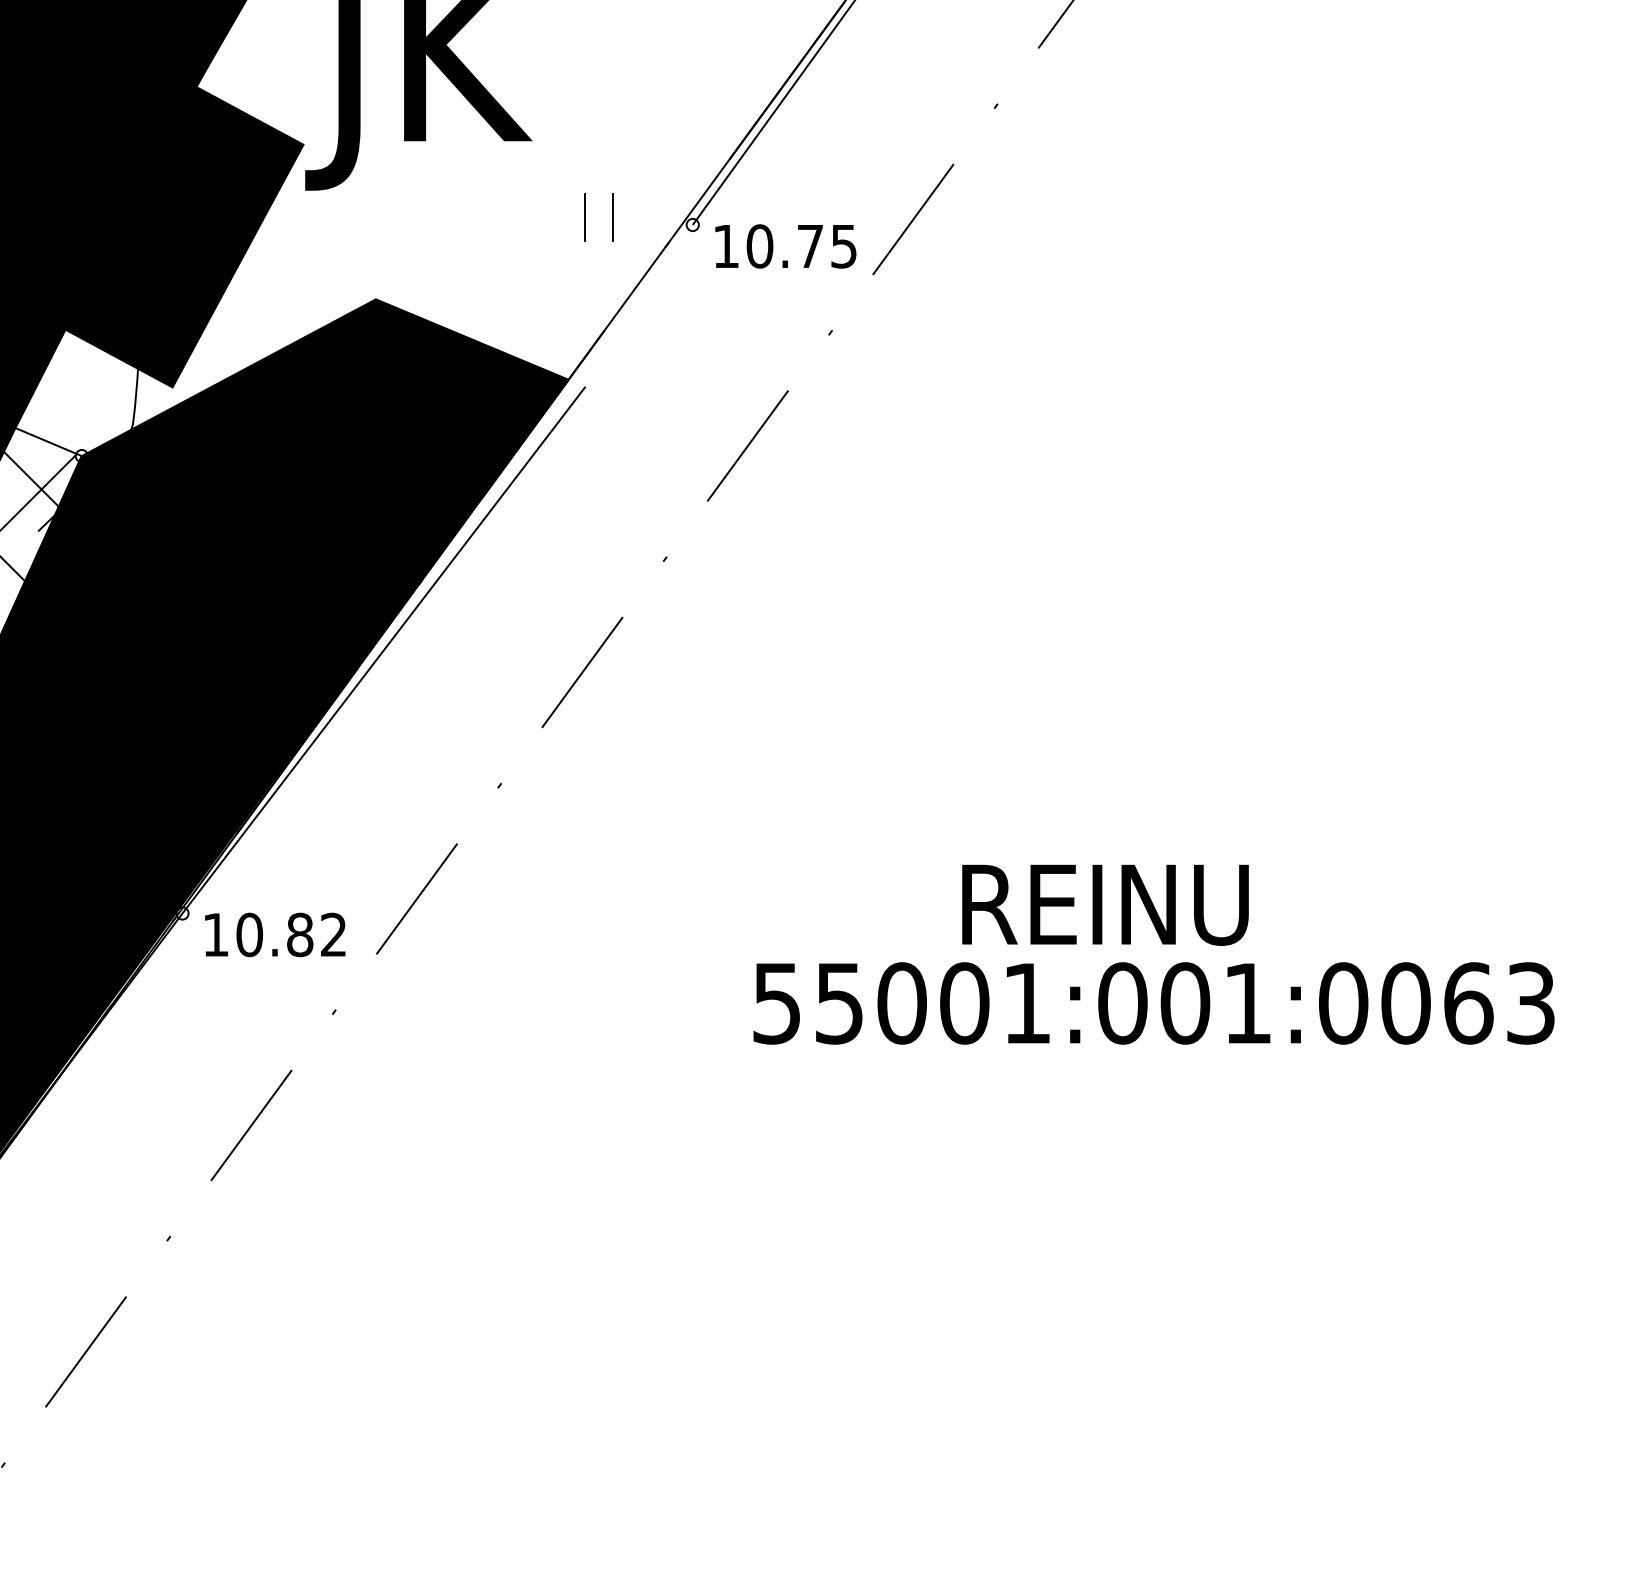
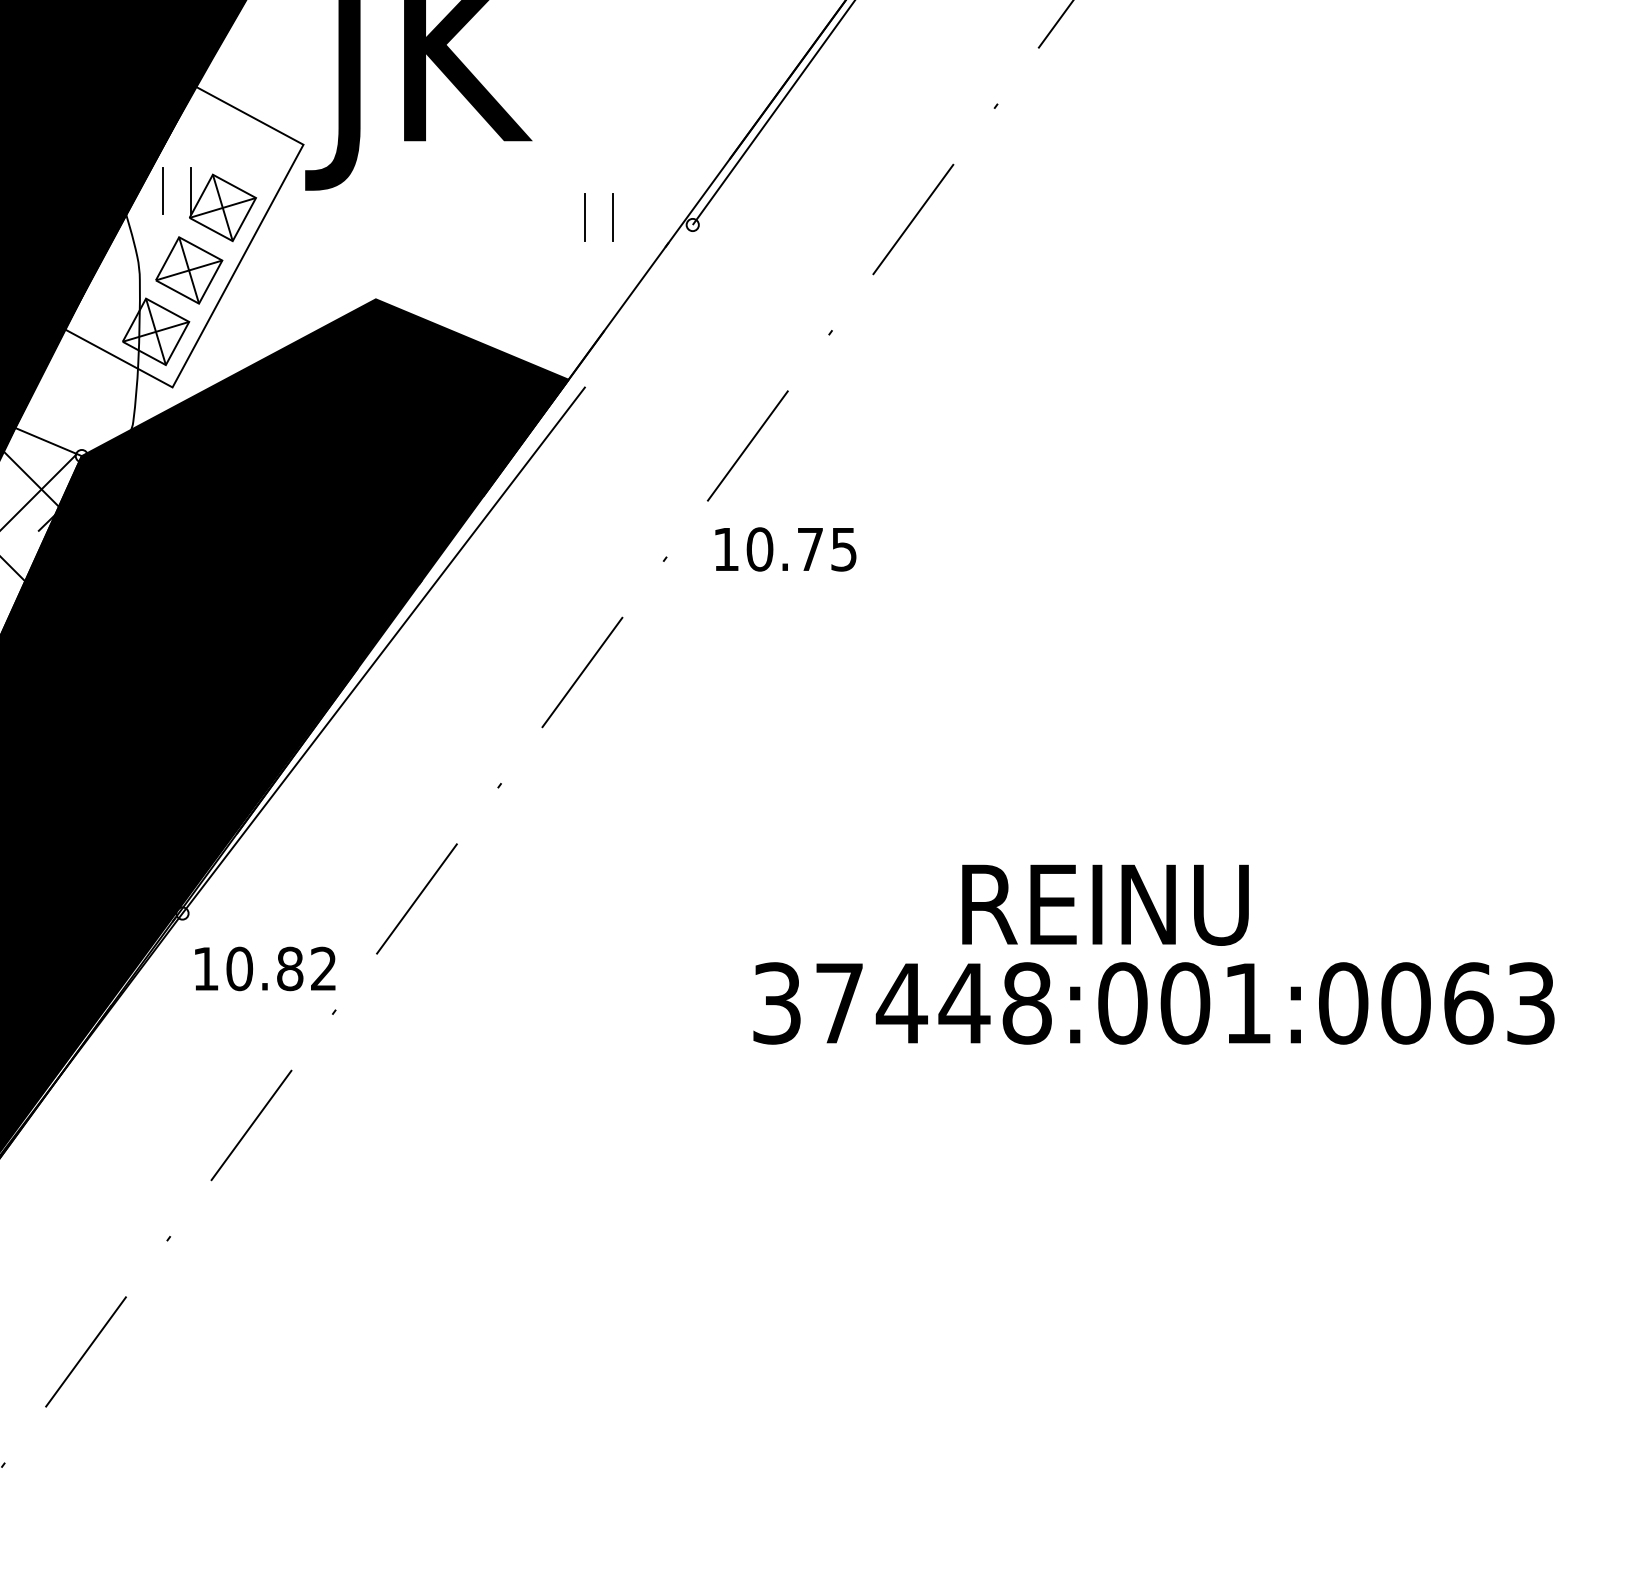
fill at (183, 236): present -> none
text at (785, 246) position: (785, 246) -> (785, 549)
text at (275, 934) position: (275, 934) -> (265, 968)
text at (902, 1003): 55001:001:0063 -> 37448:001:0063
